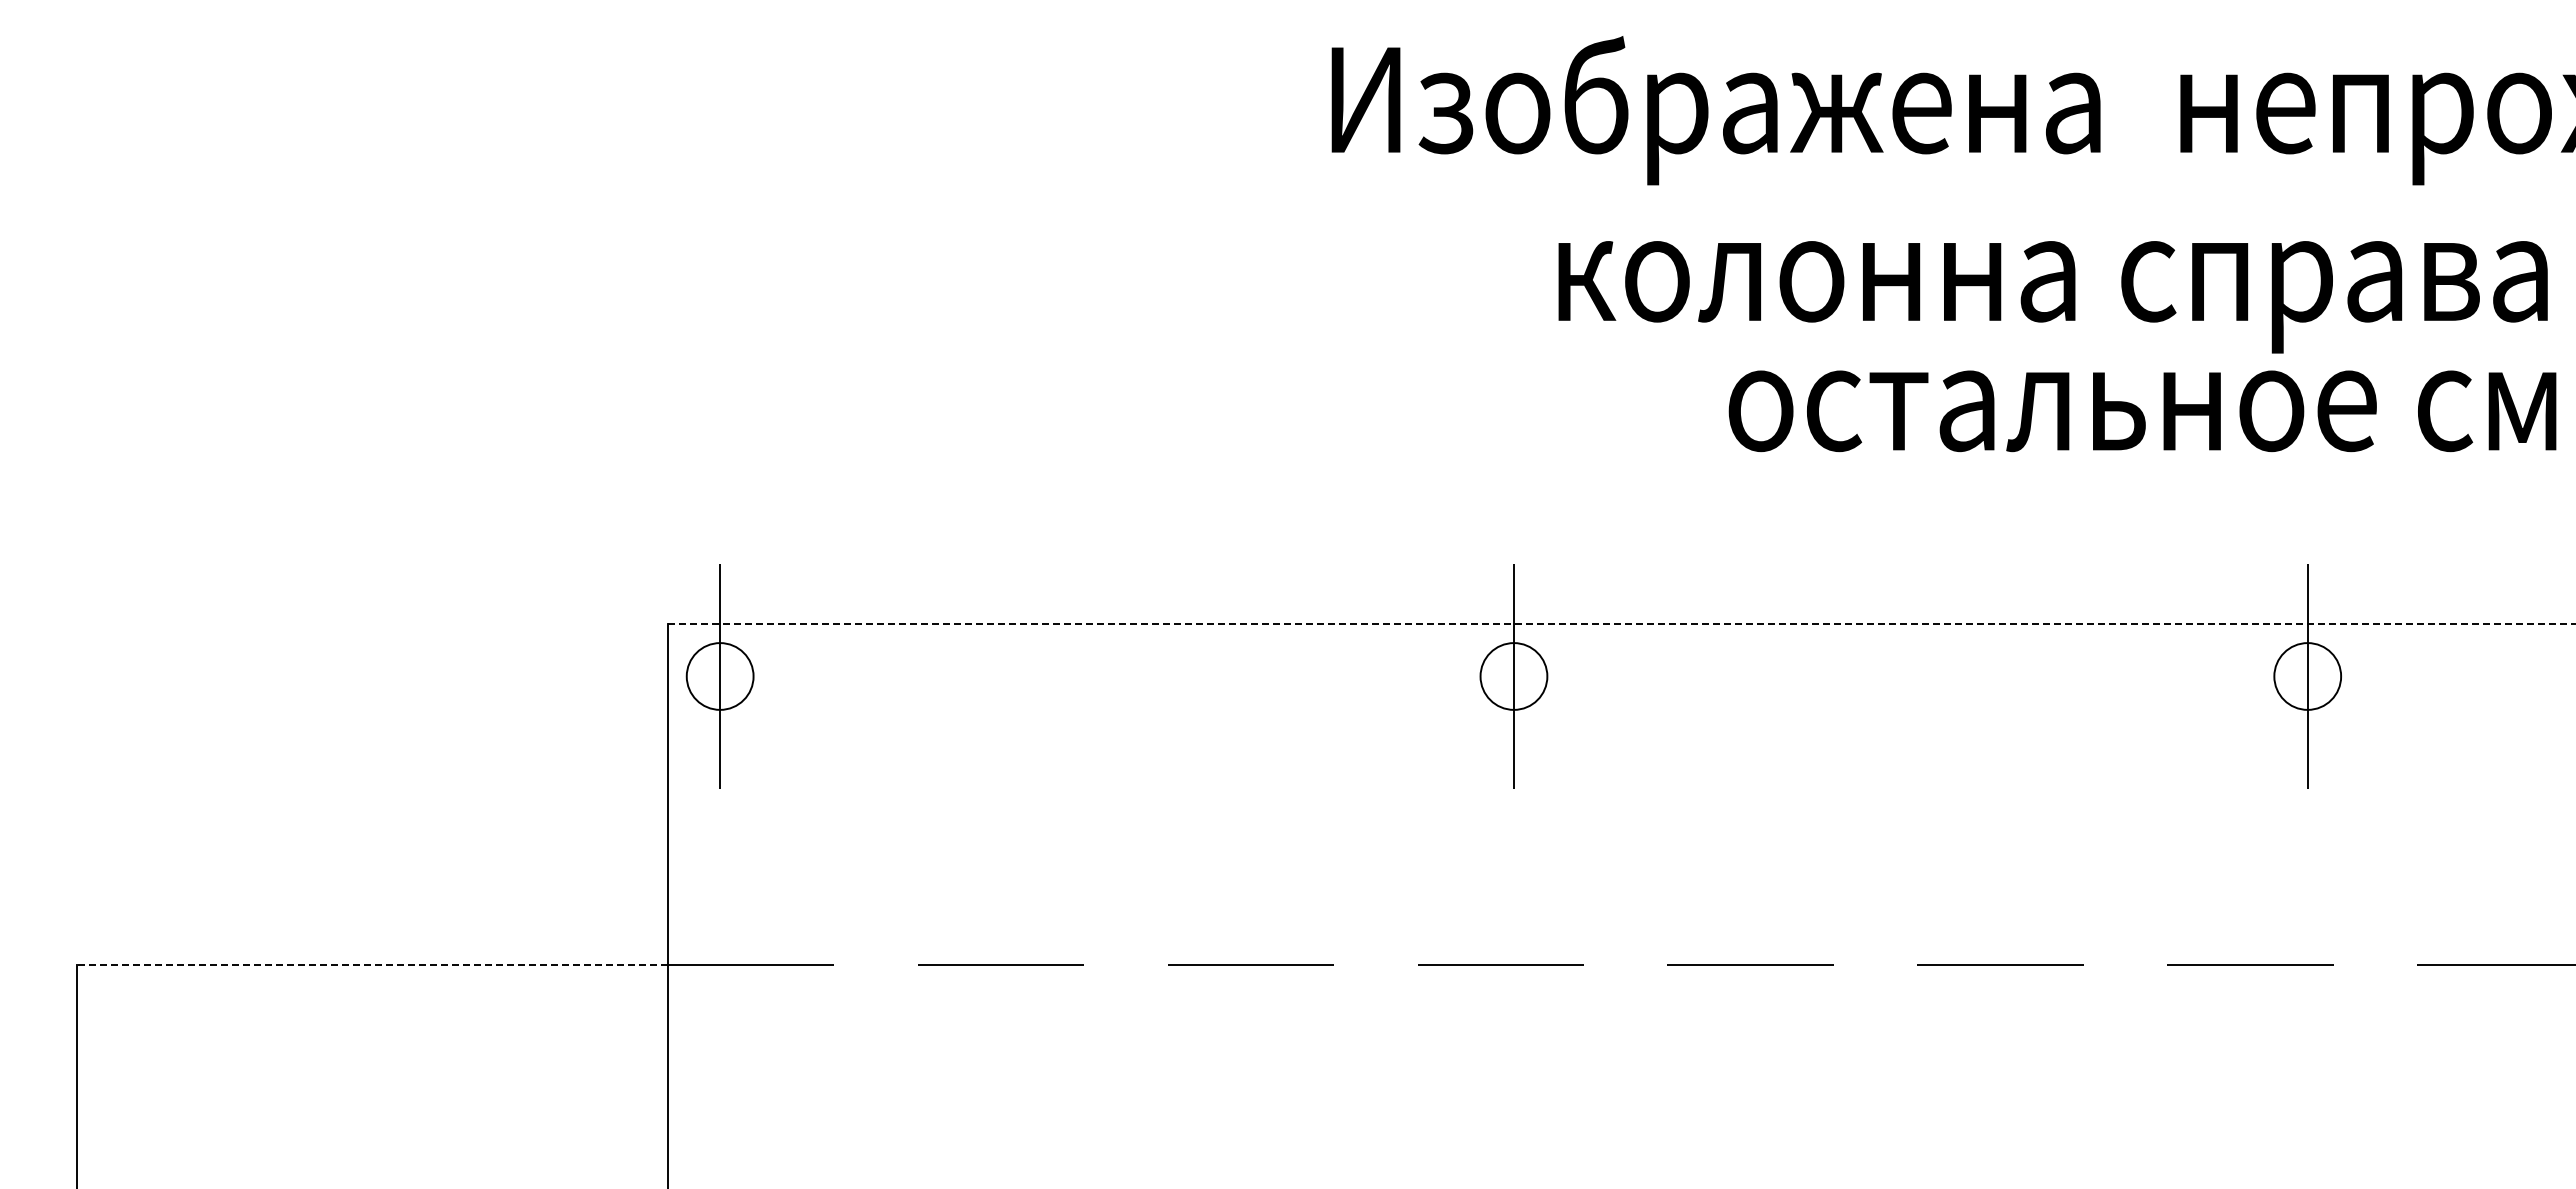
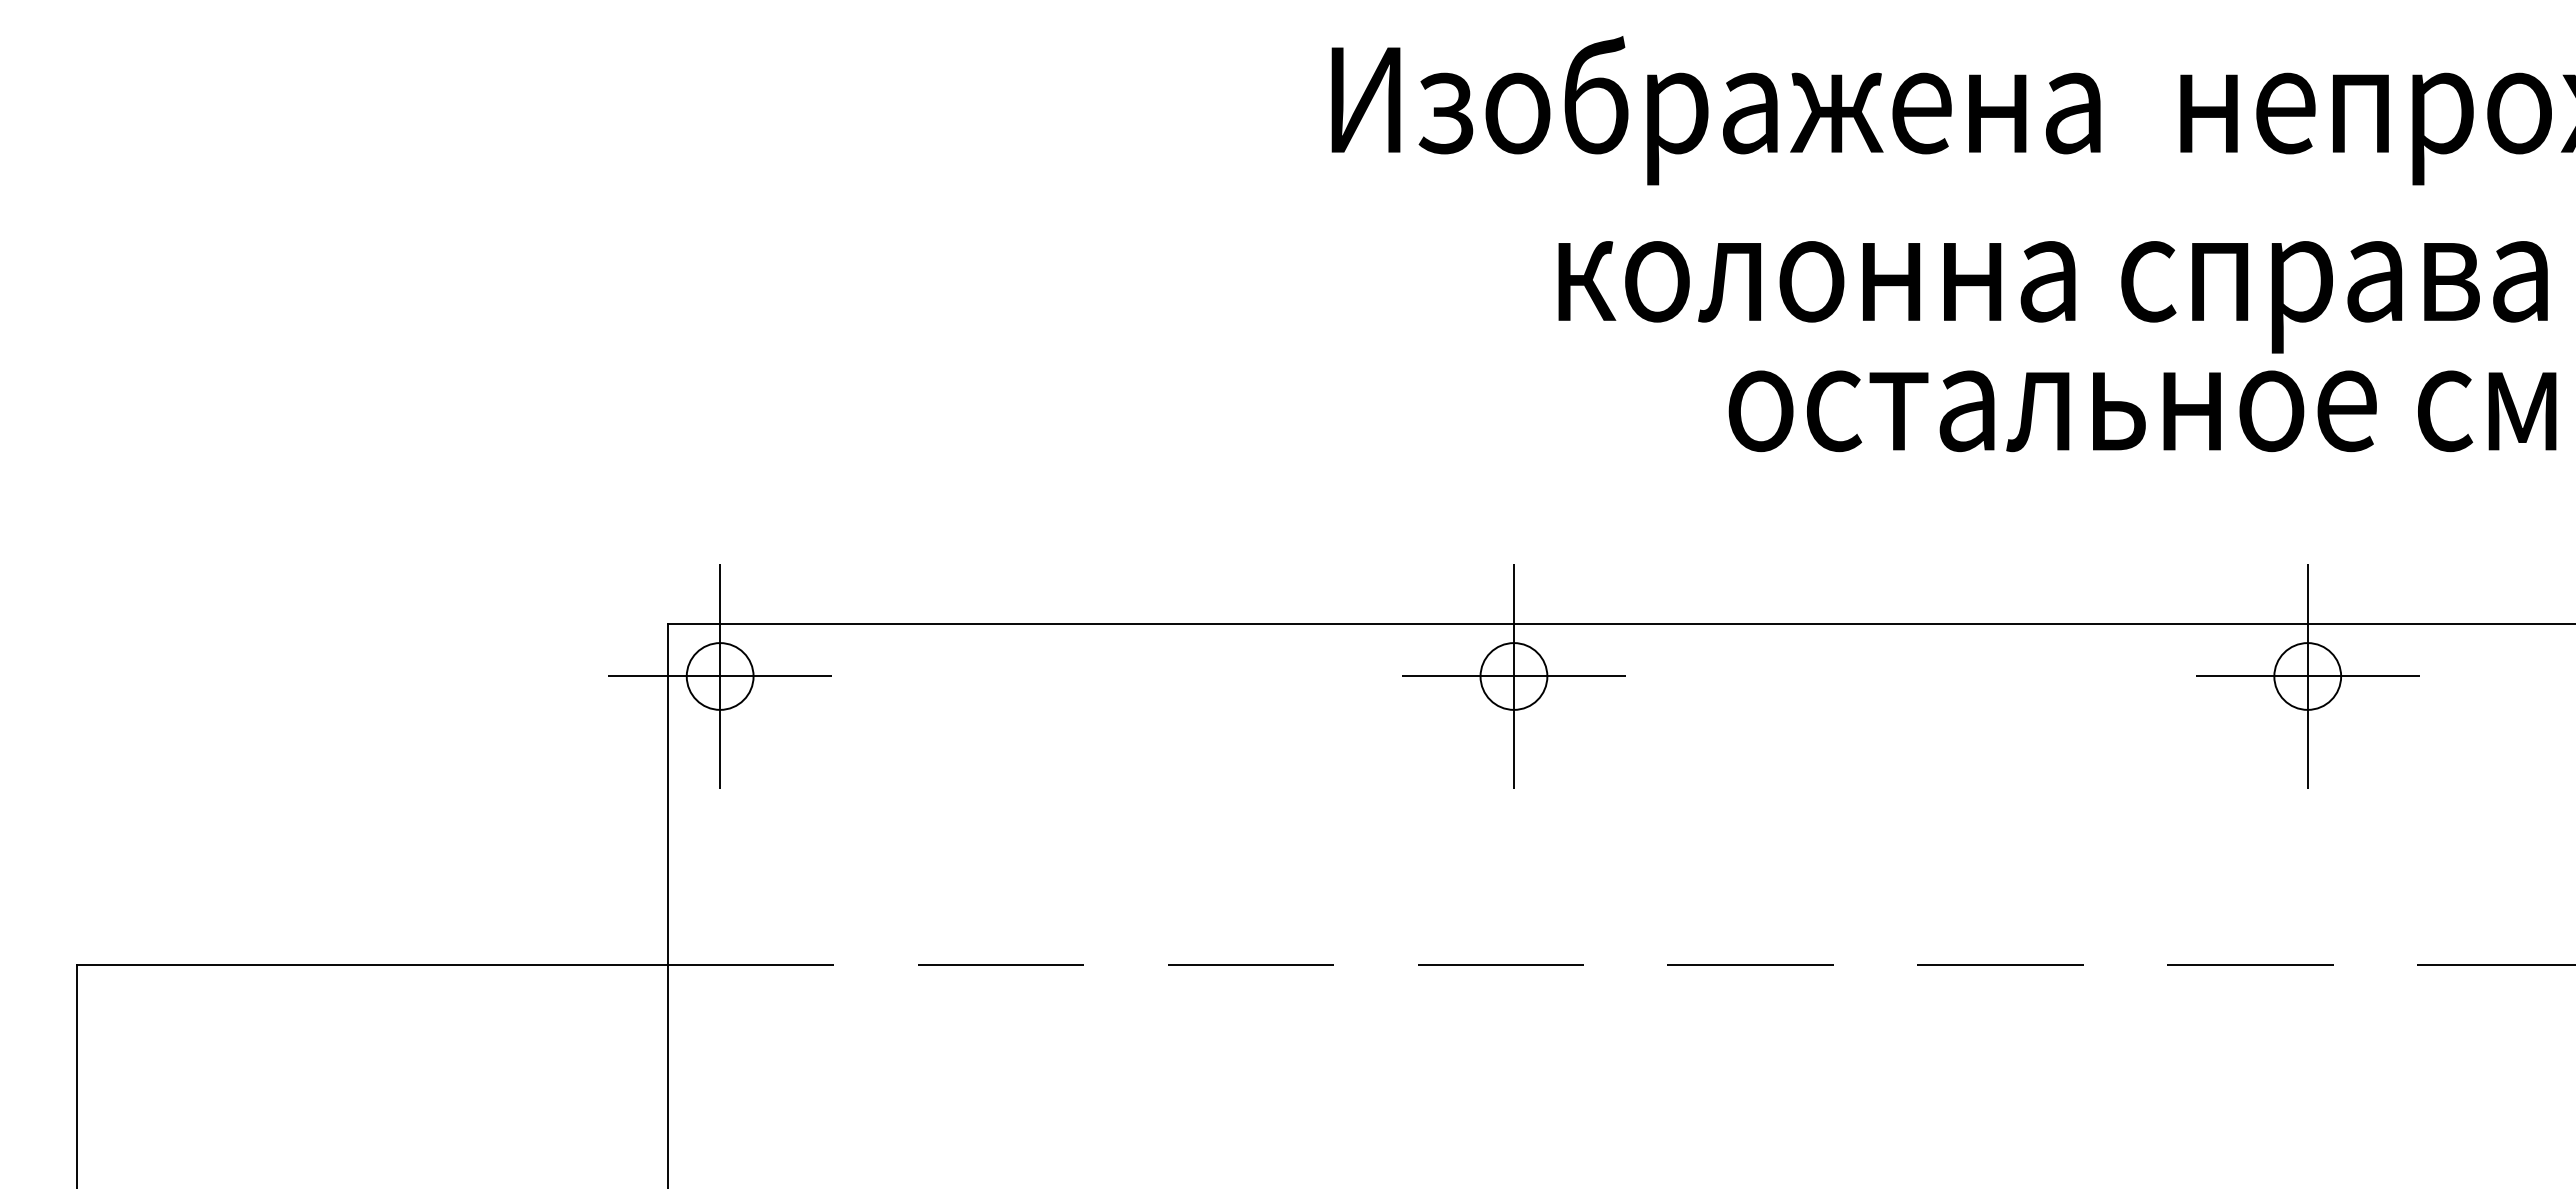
line at (1621, 624): dashed -> solid
line at (720, 676): none -> present
line at (1513, 676): none -> present
line at (2307, 676): none -> present
line at (371, 965): dashed -> solid
